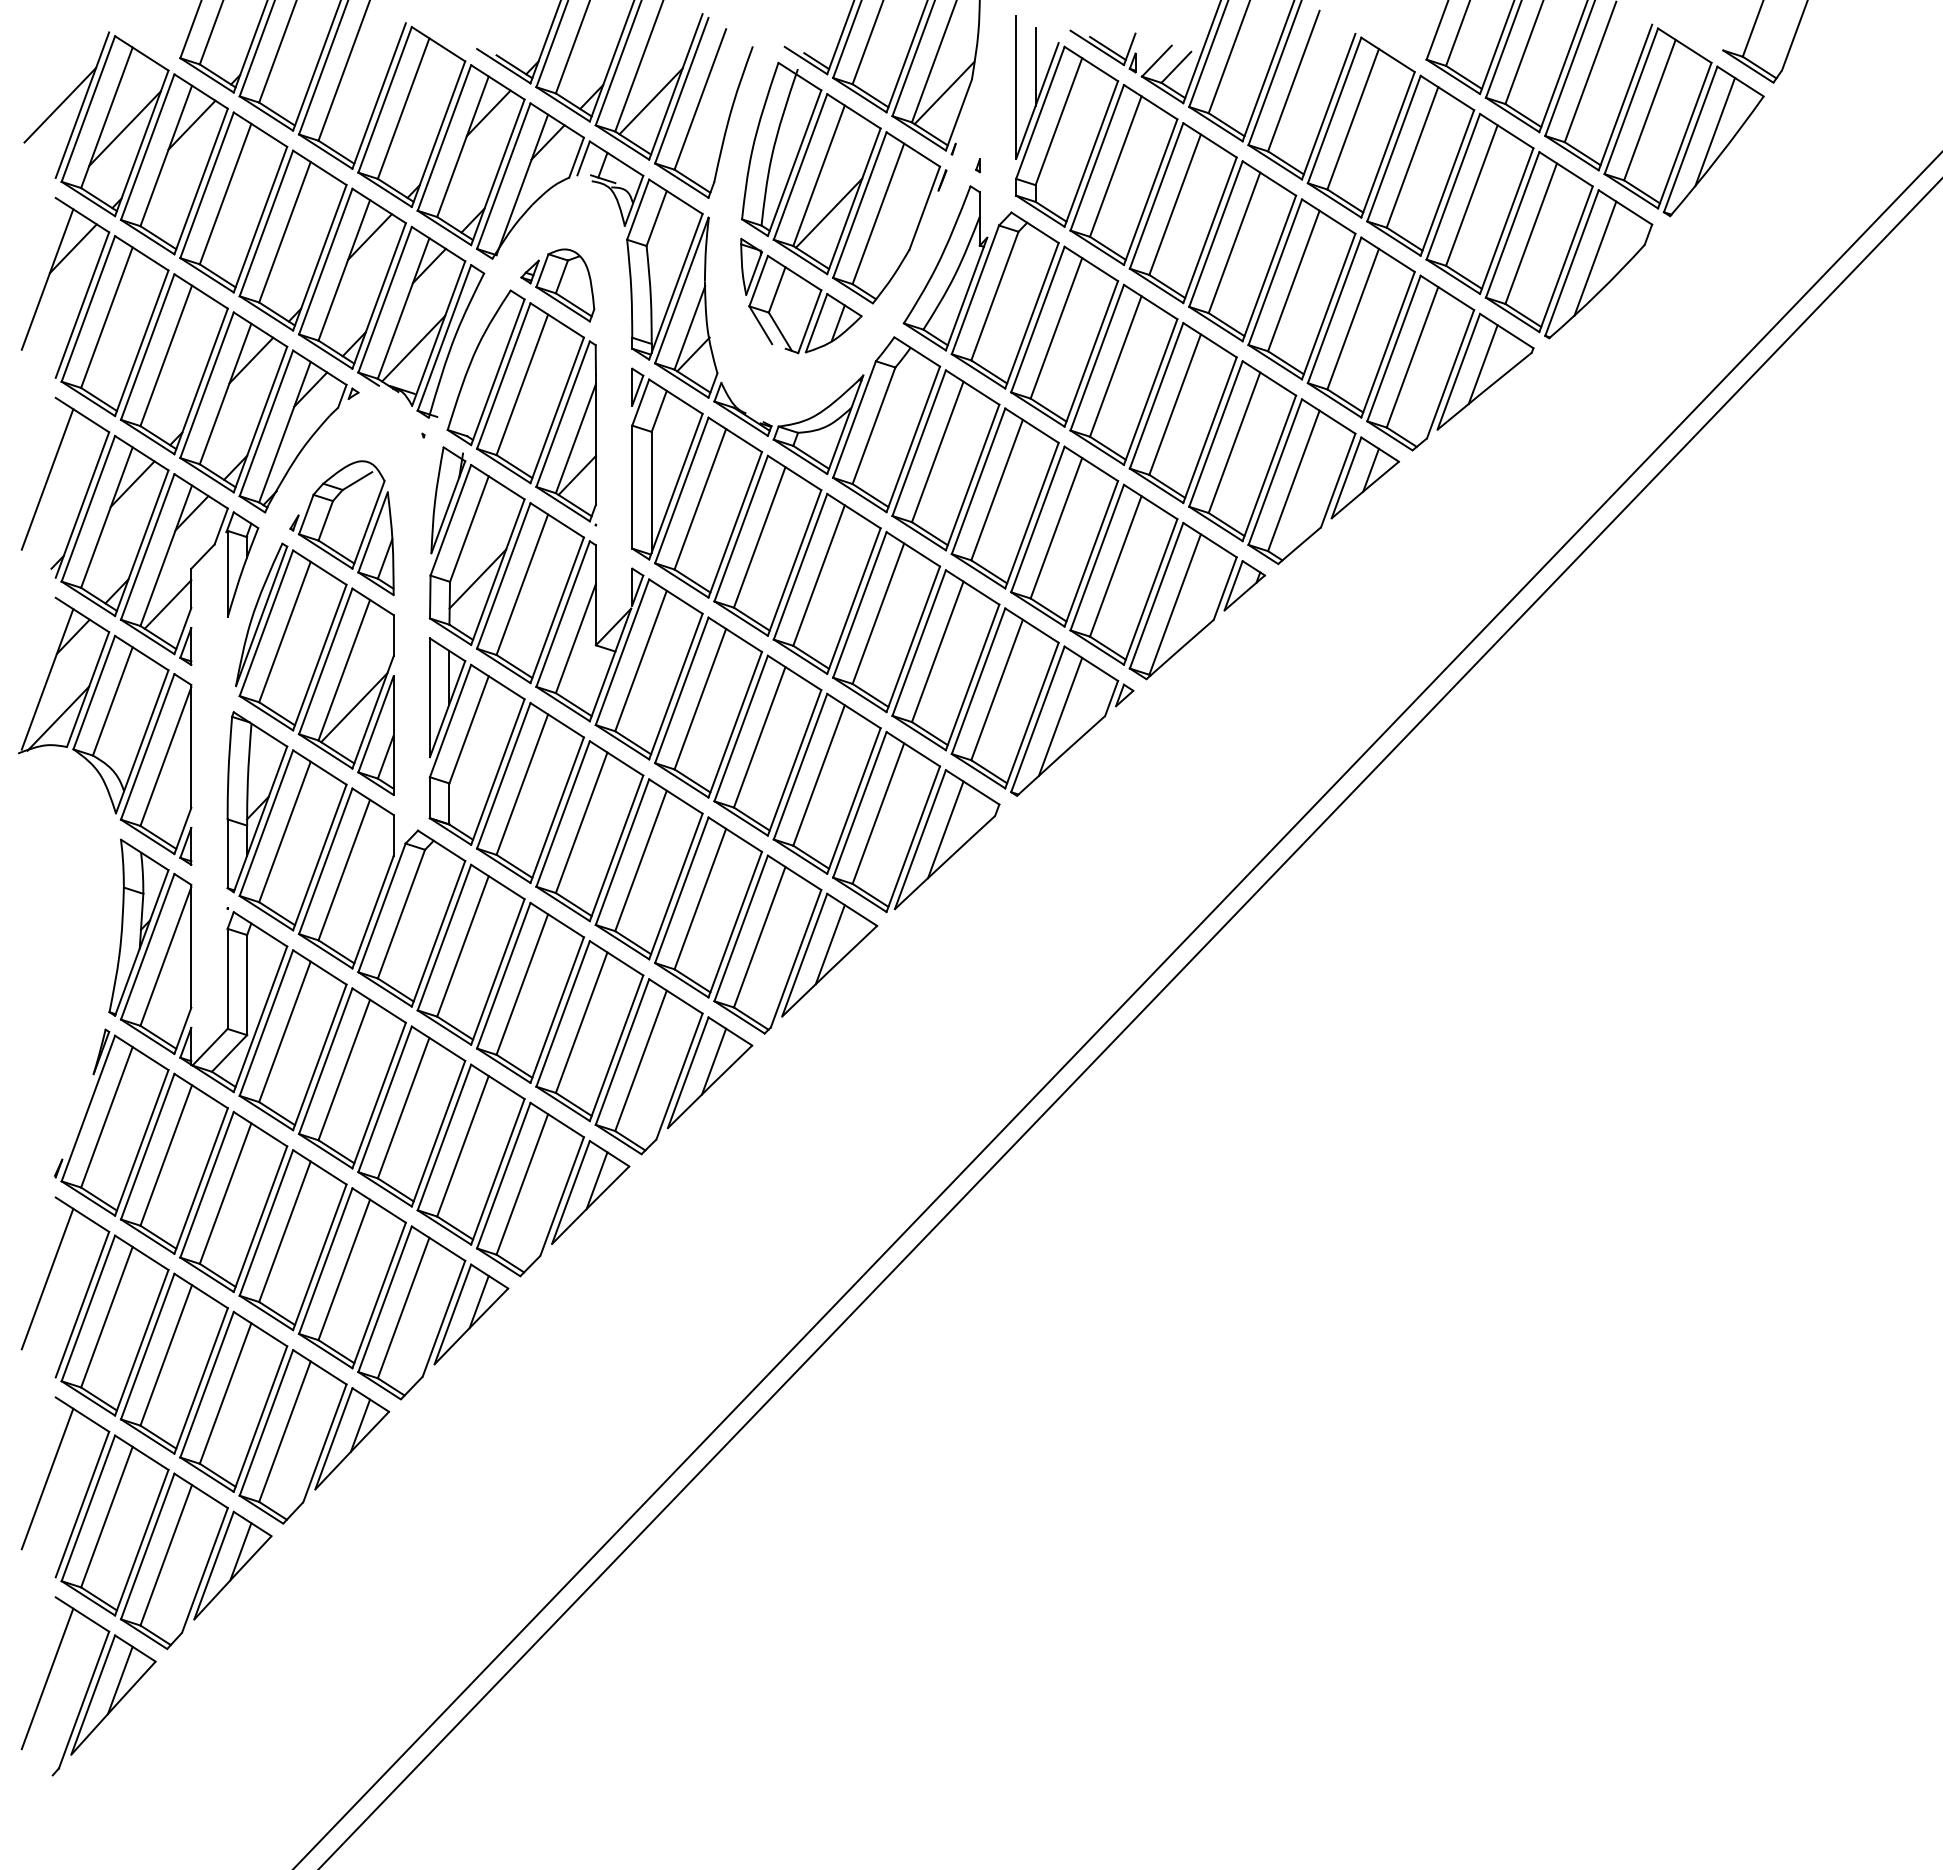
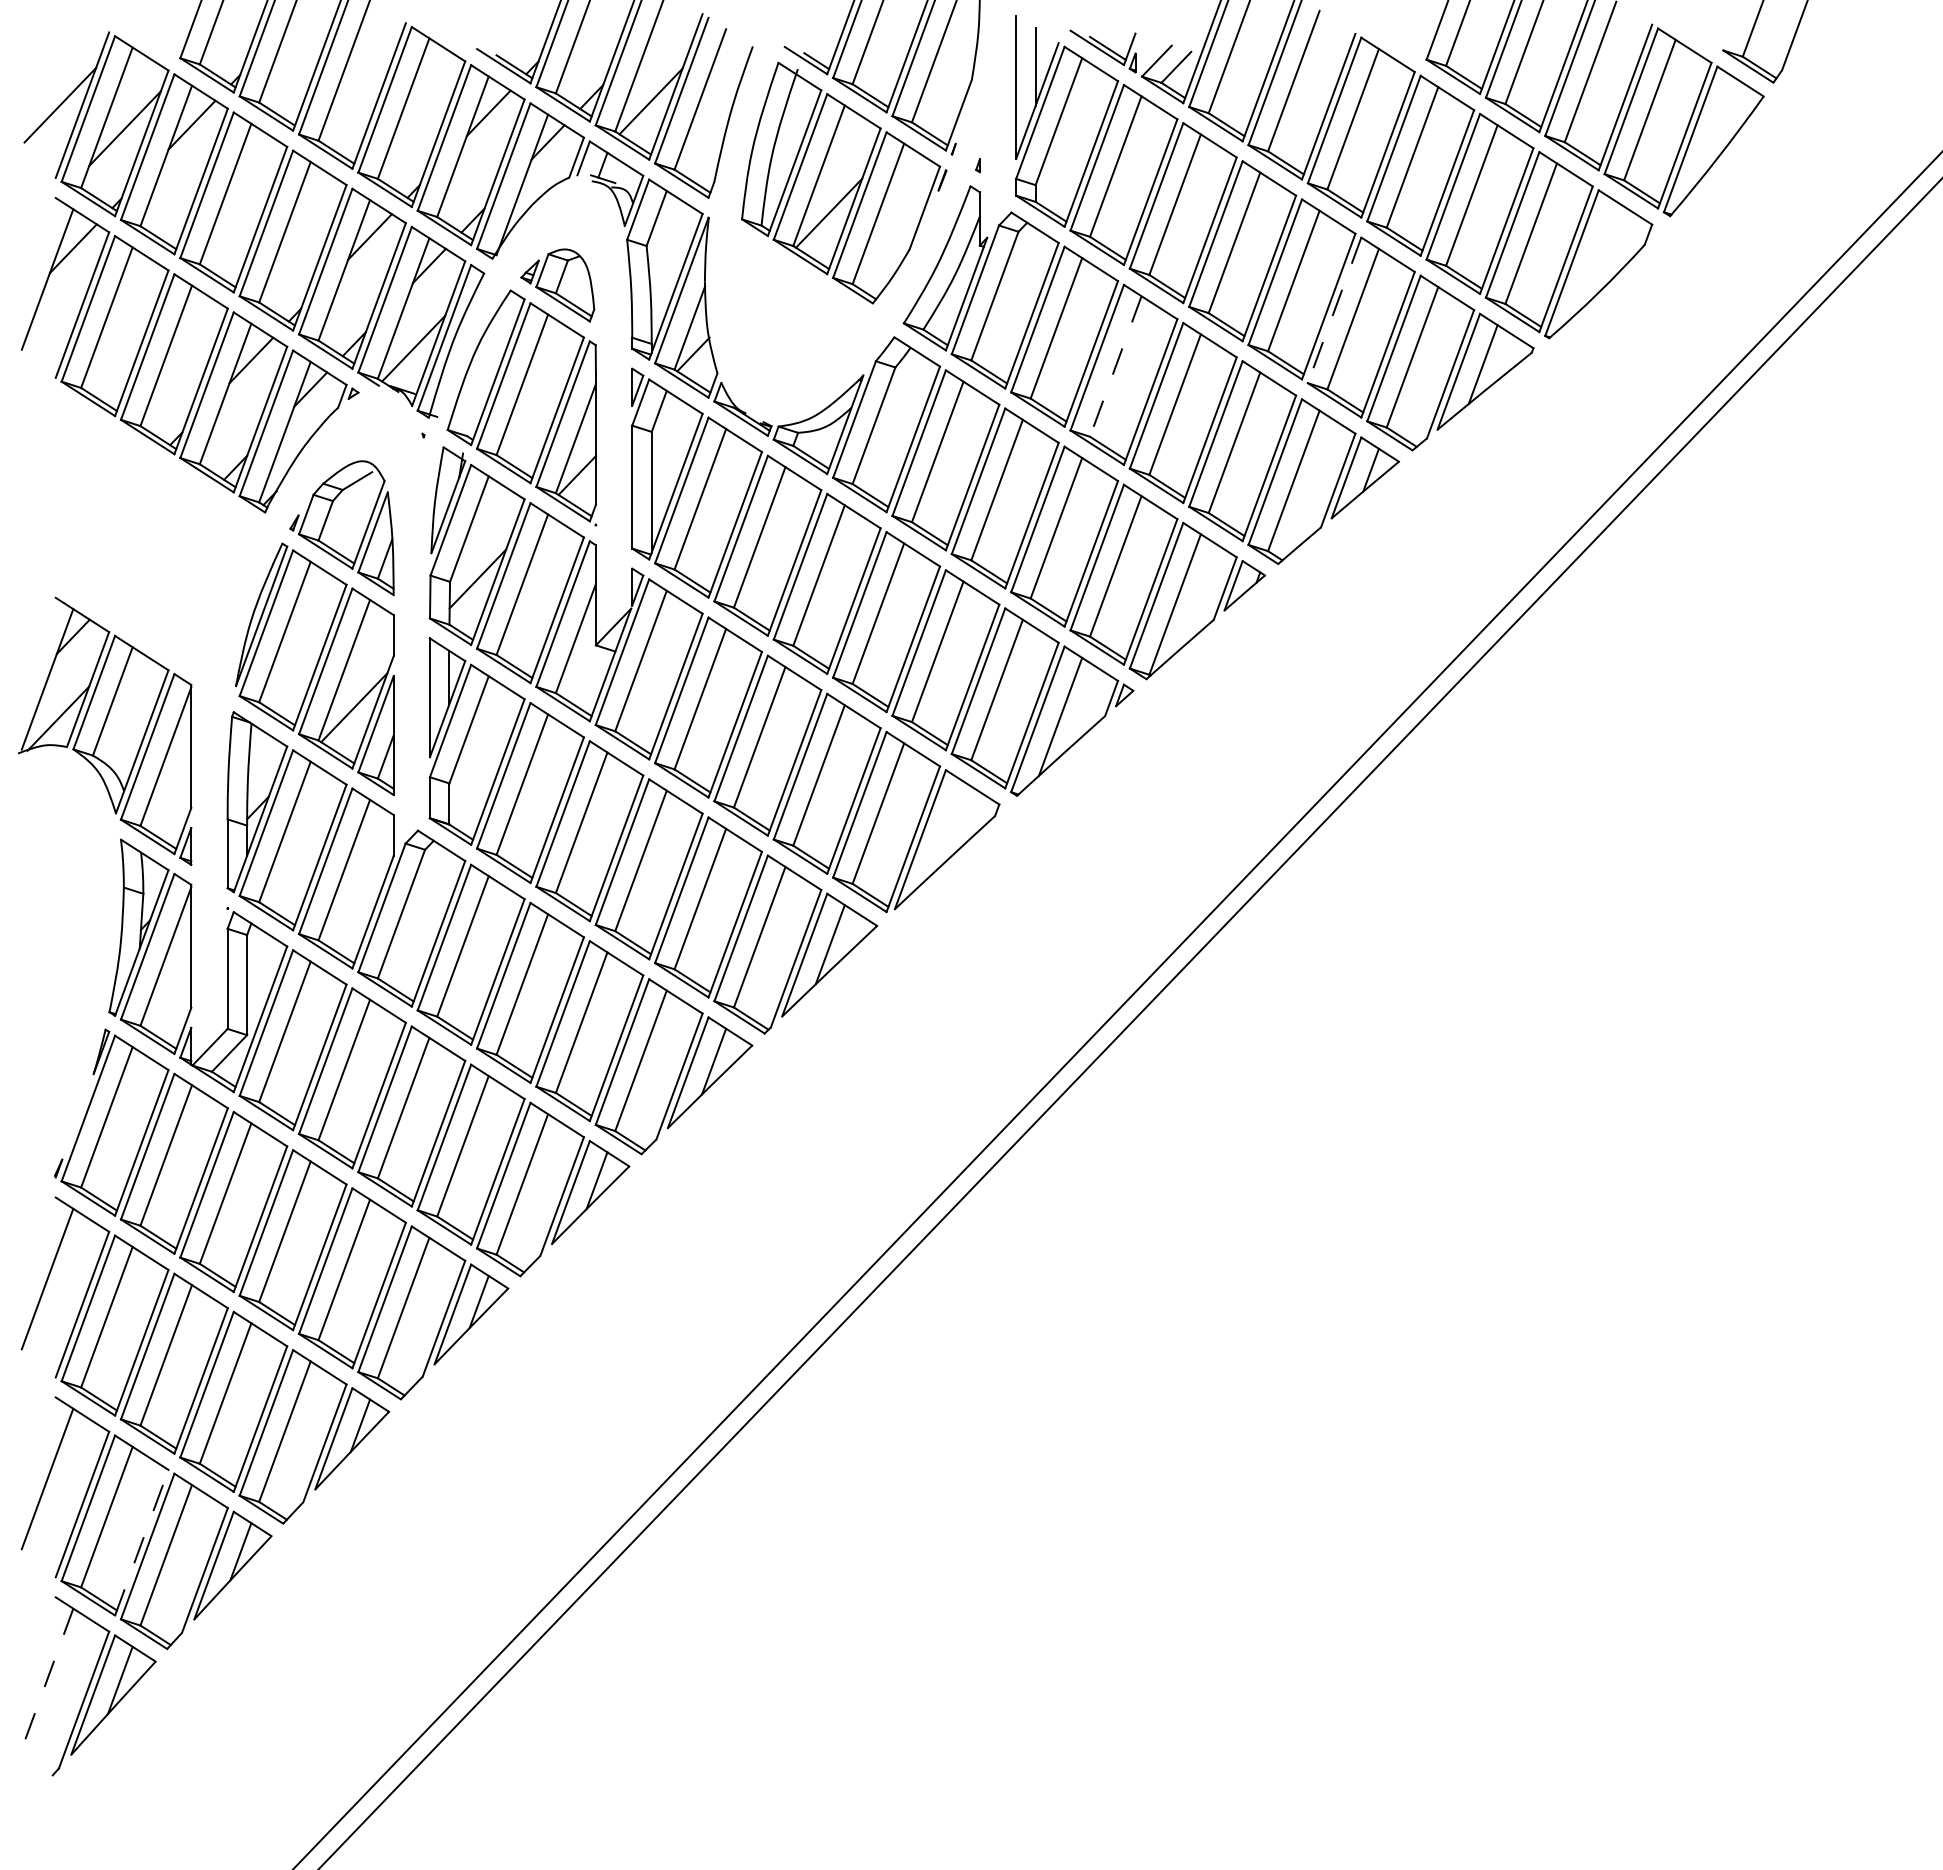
line at (944, 93): present -> none
line at (1715, 132): present -> none
line at (1595, 258): present -> none
part at (801, 295): present -> none
line at (1334, 310): solid -> dashed
line at (1115, 366): solid -> dashed
part at (139, 530): present -> none
line at (945, 829): present -> none
line at (141, 1542): solid -> dashed
line at (47, 1678): solid -> dashed
